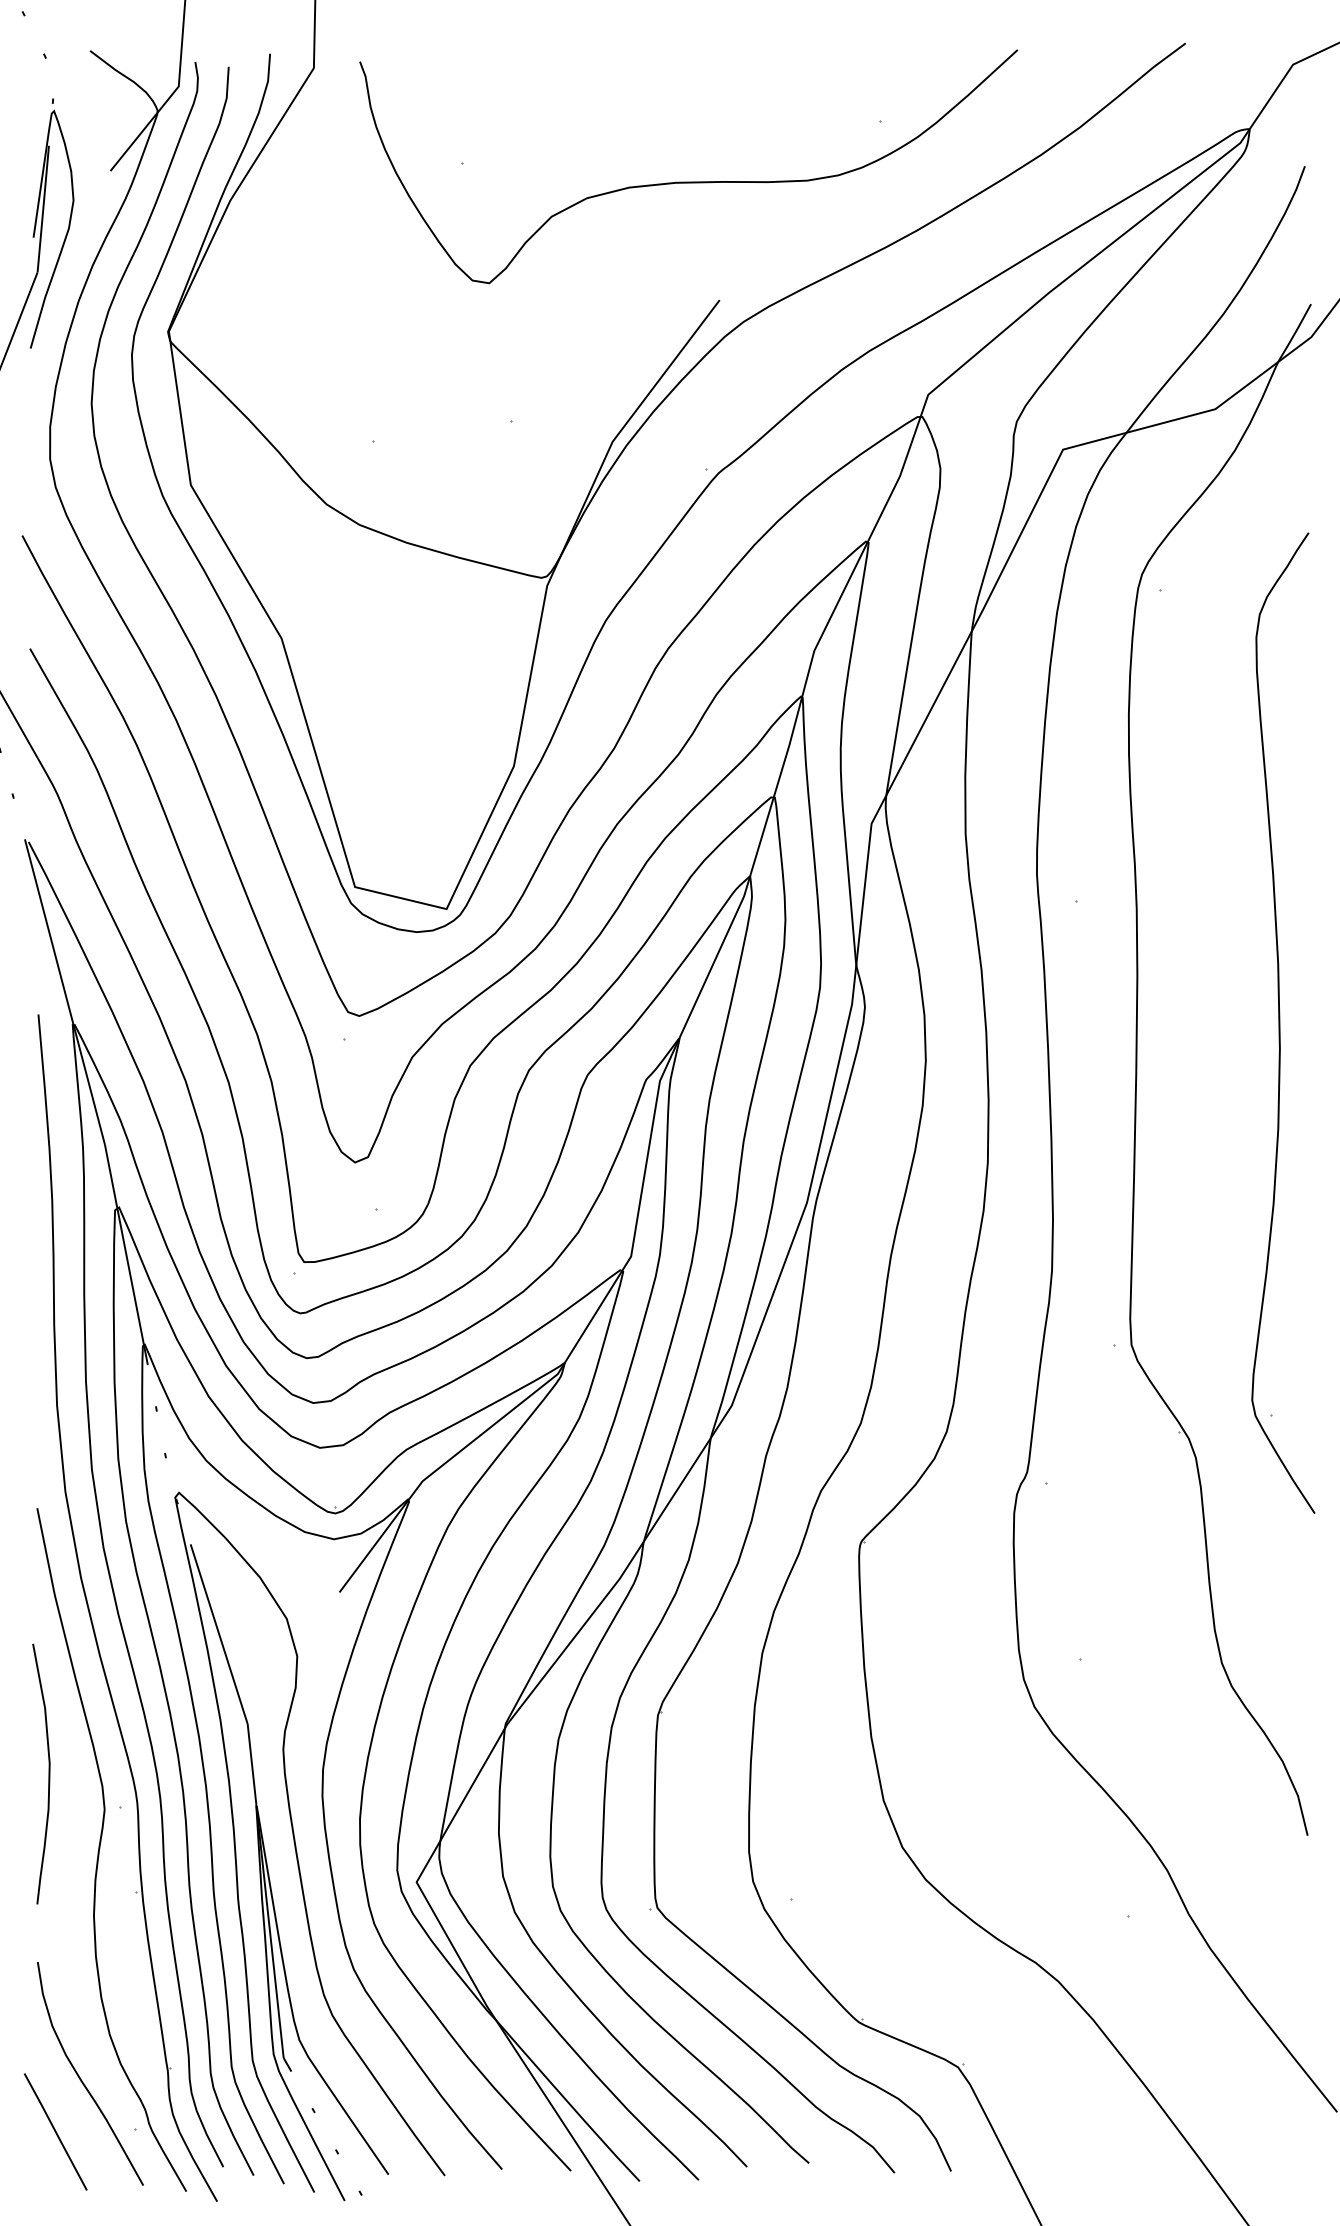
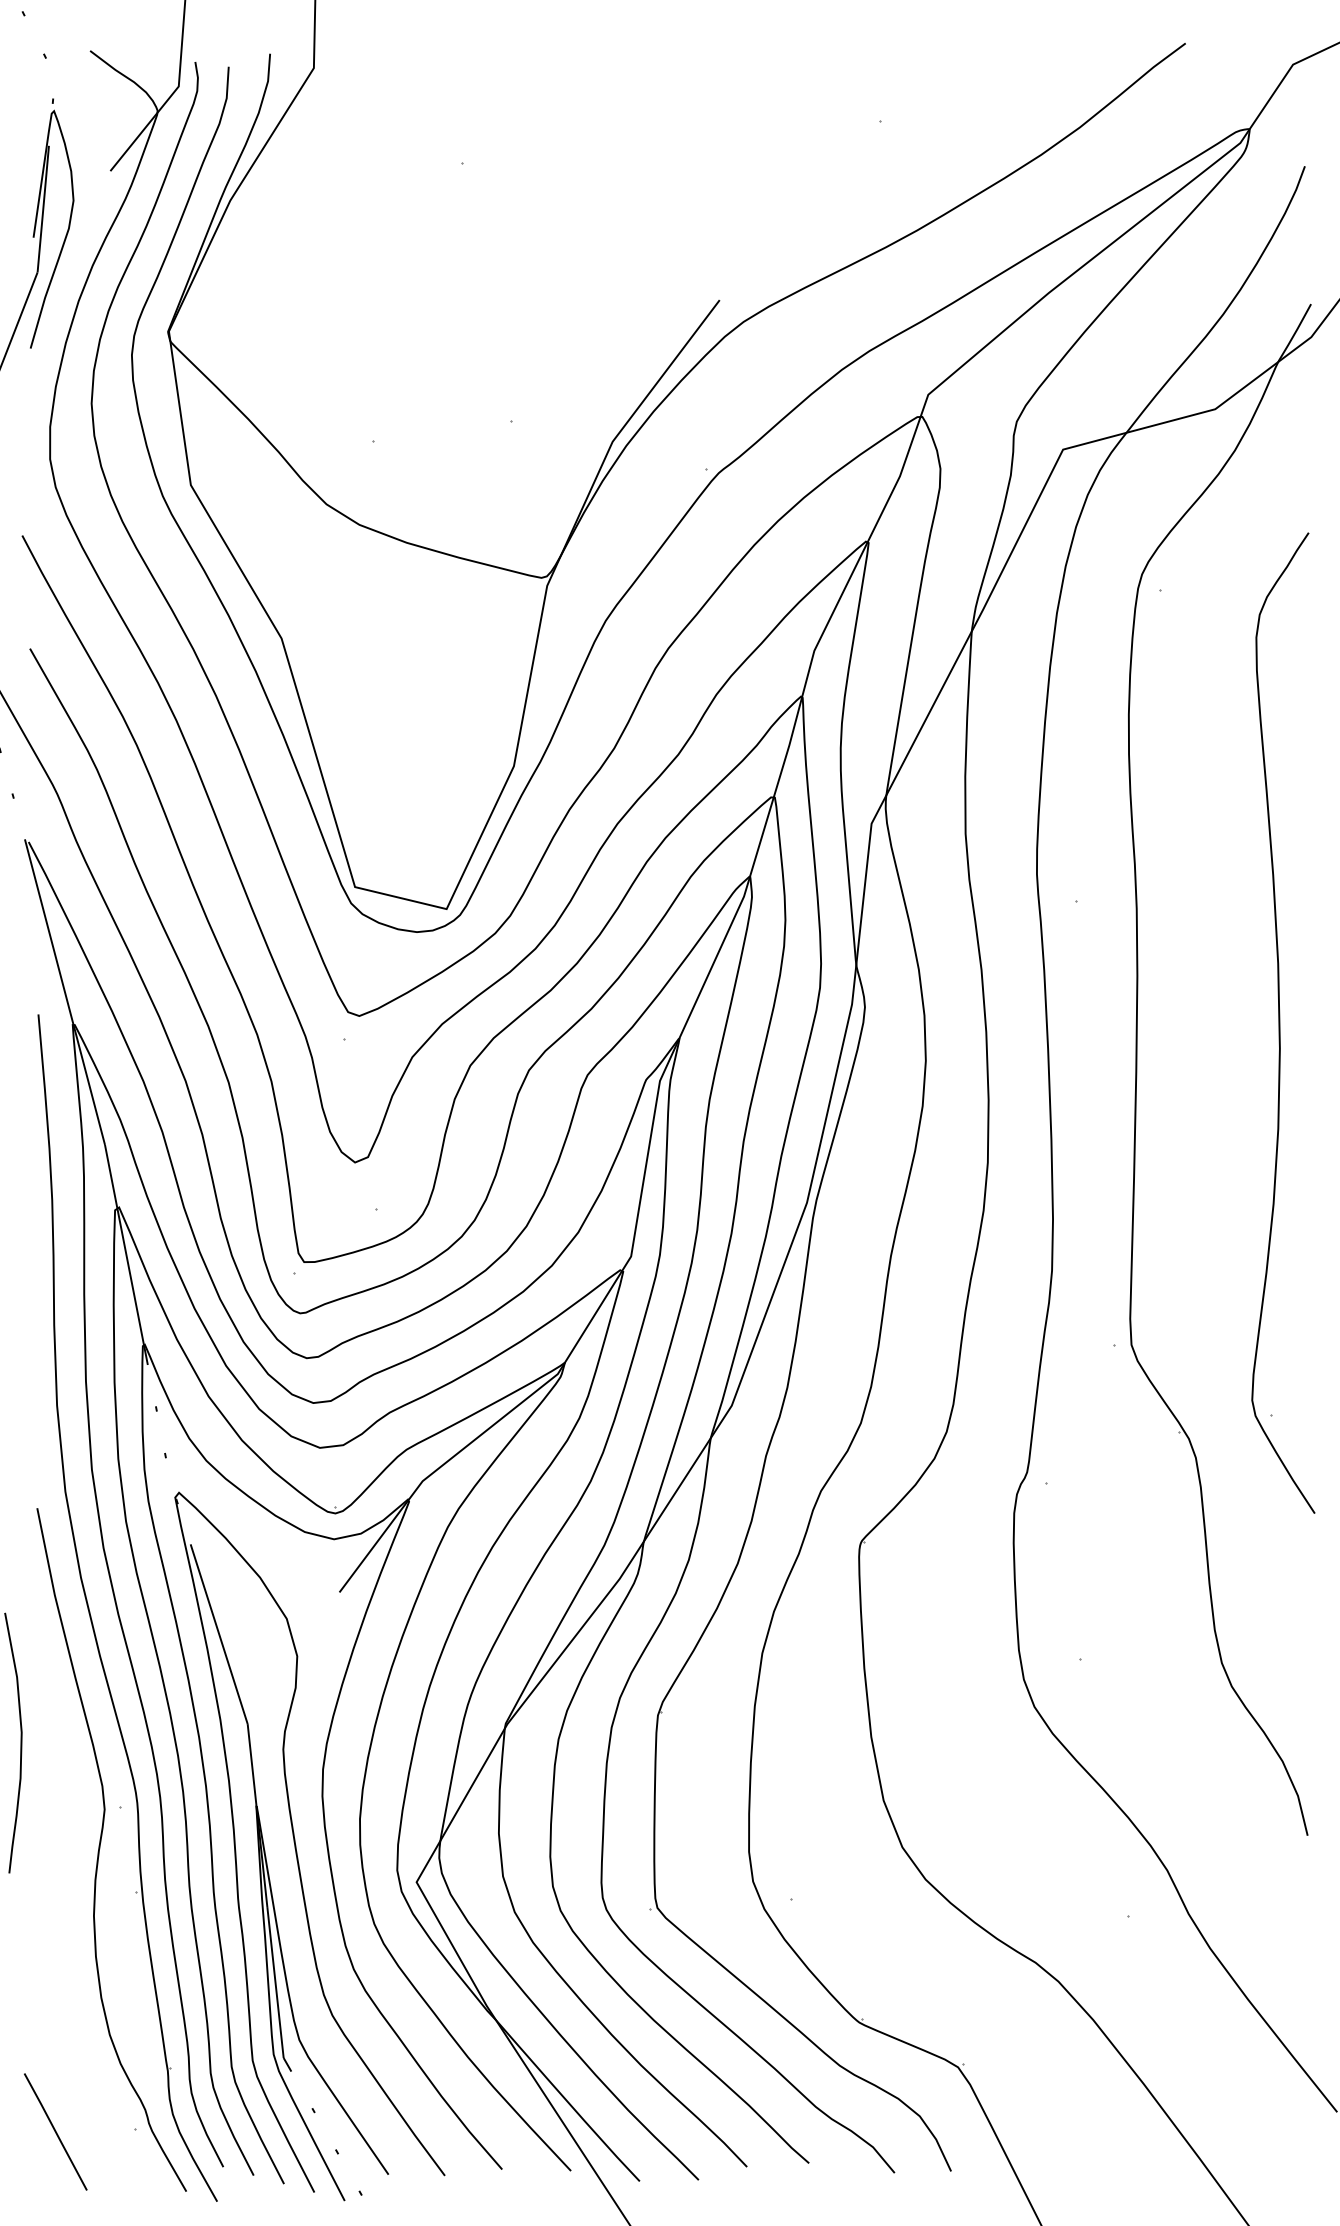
curve at (688, 181): present -> none
curve at (48, 1773) position: (48, 1773) -> (20, 1742)
curve at (81, 2078): present -> none
